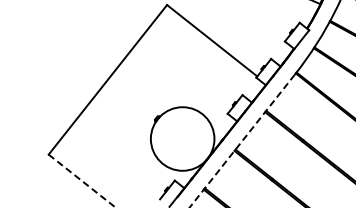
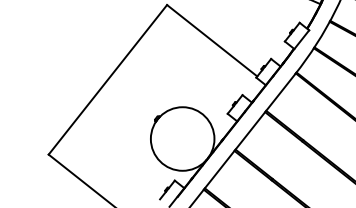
line at (242, 141): dashed -> solid
line at (82, 181): dashed -> solid
